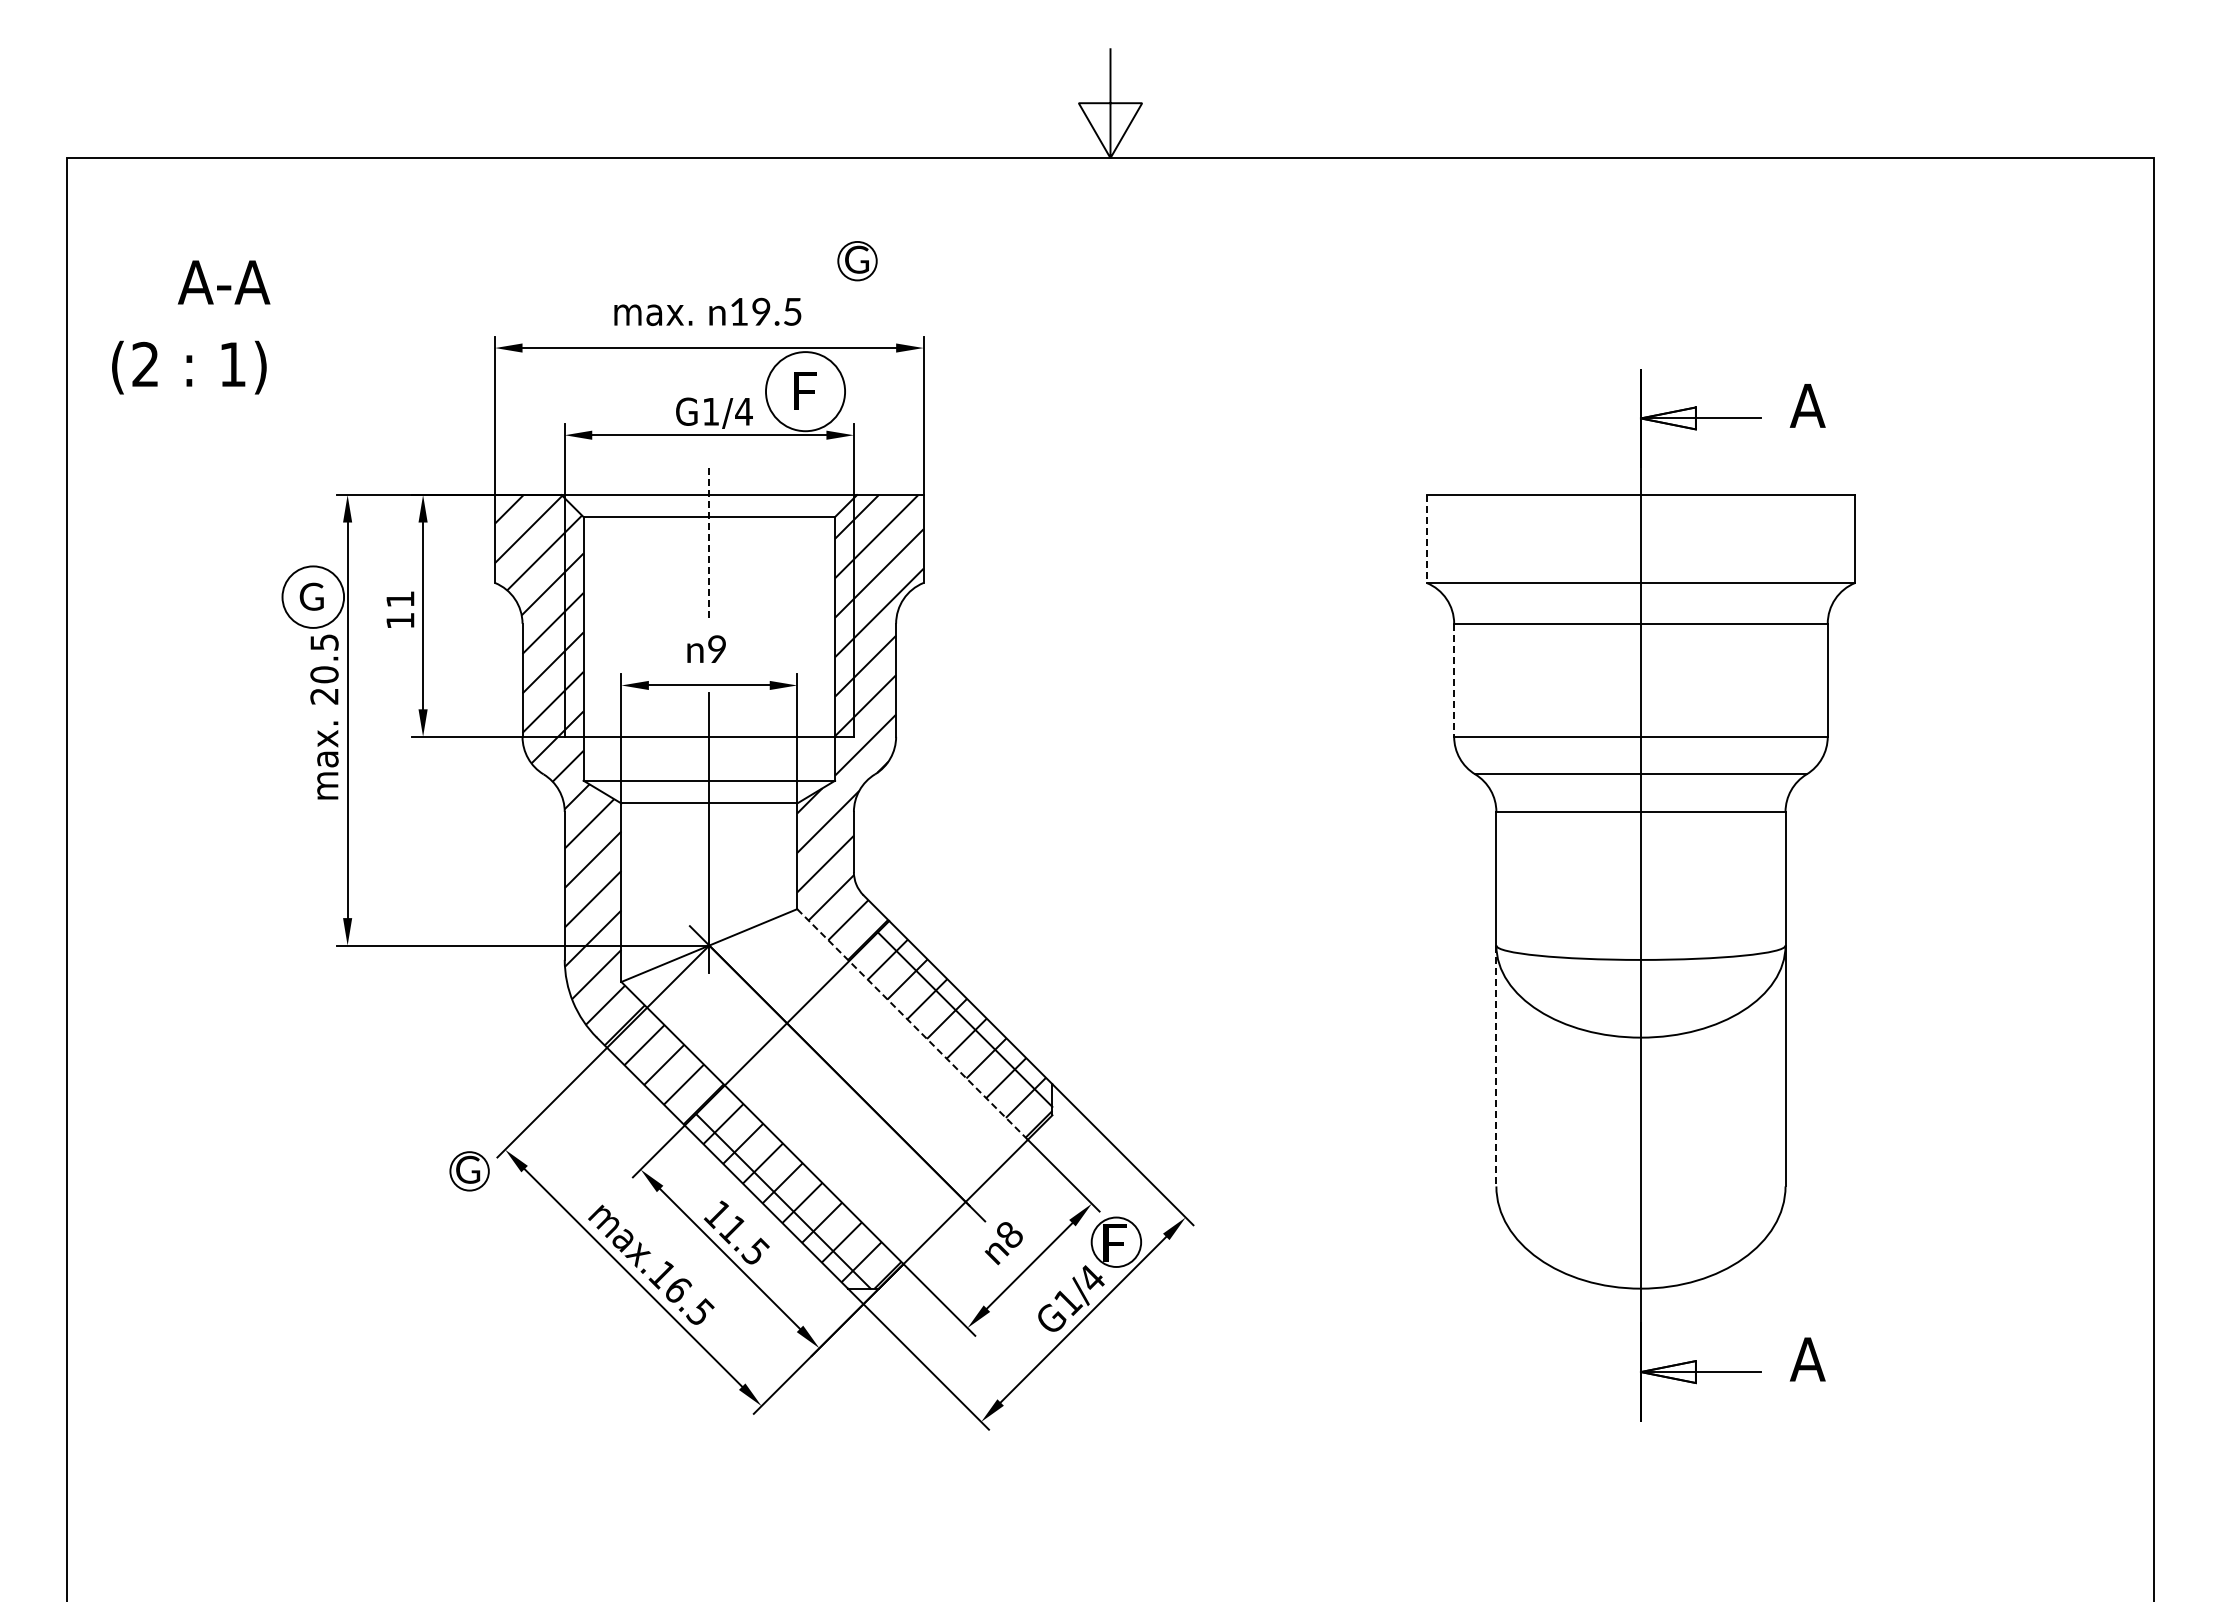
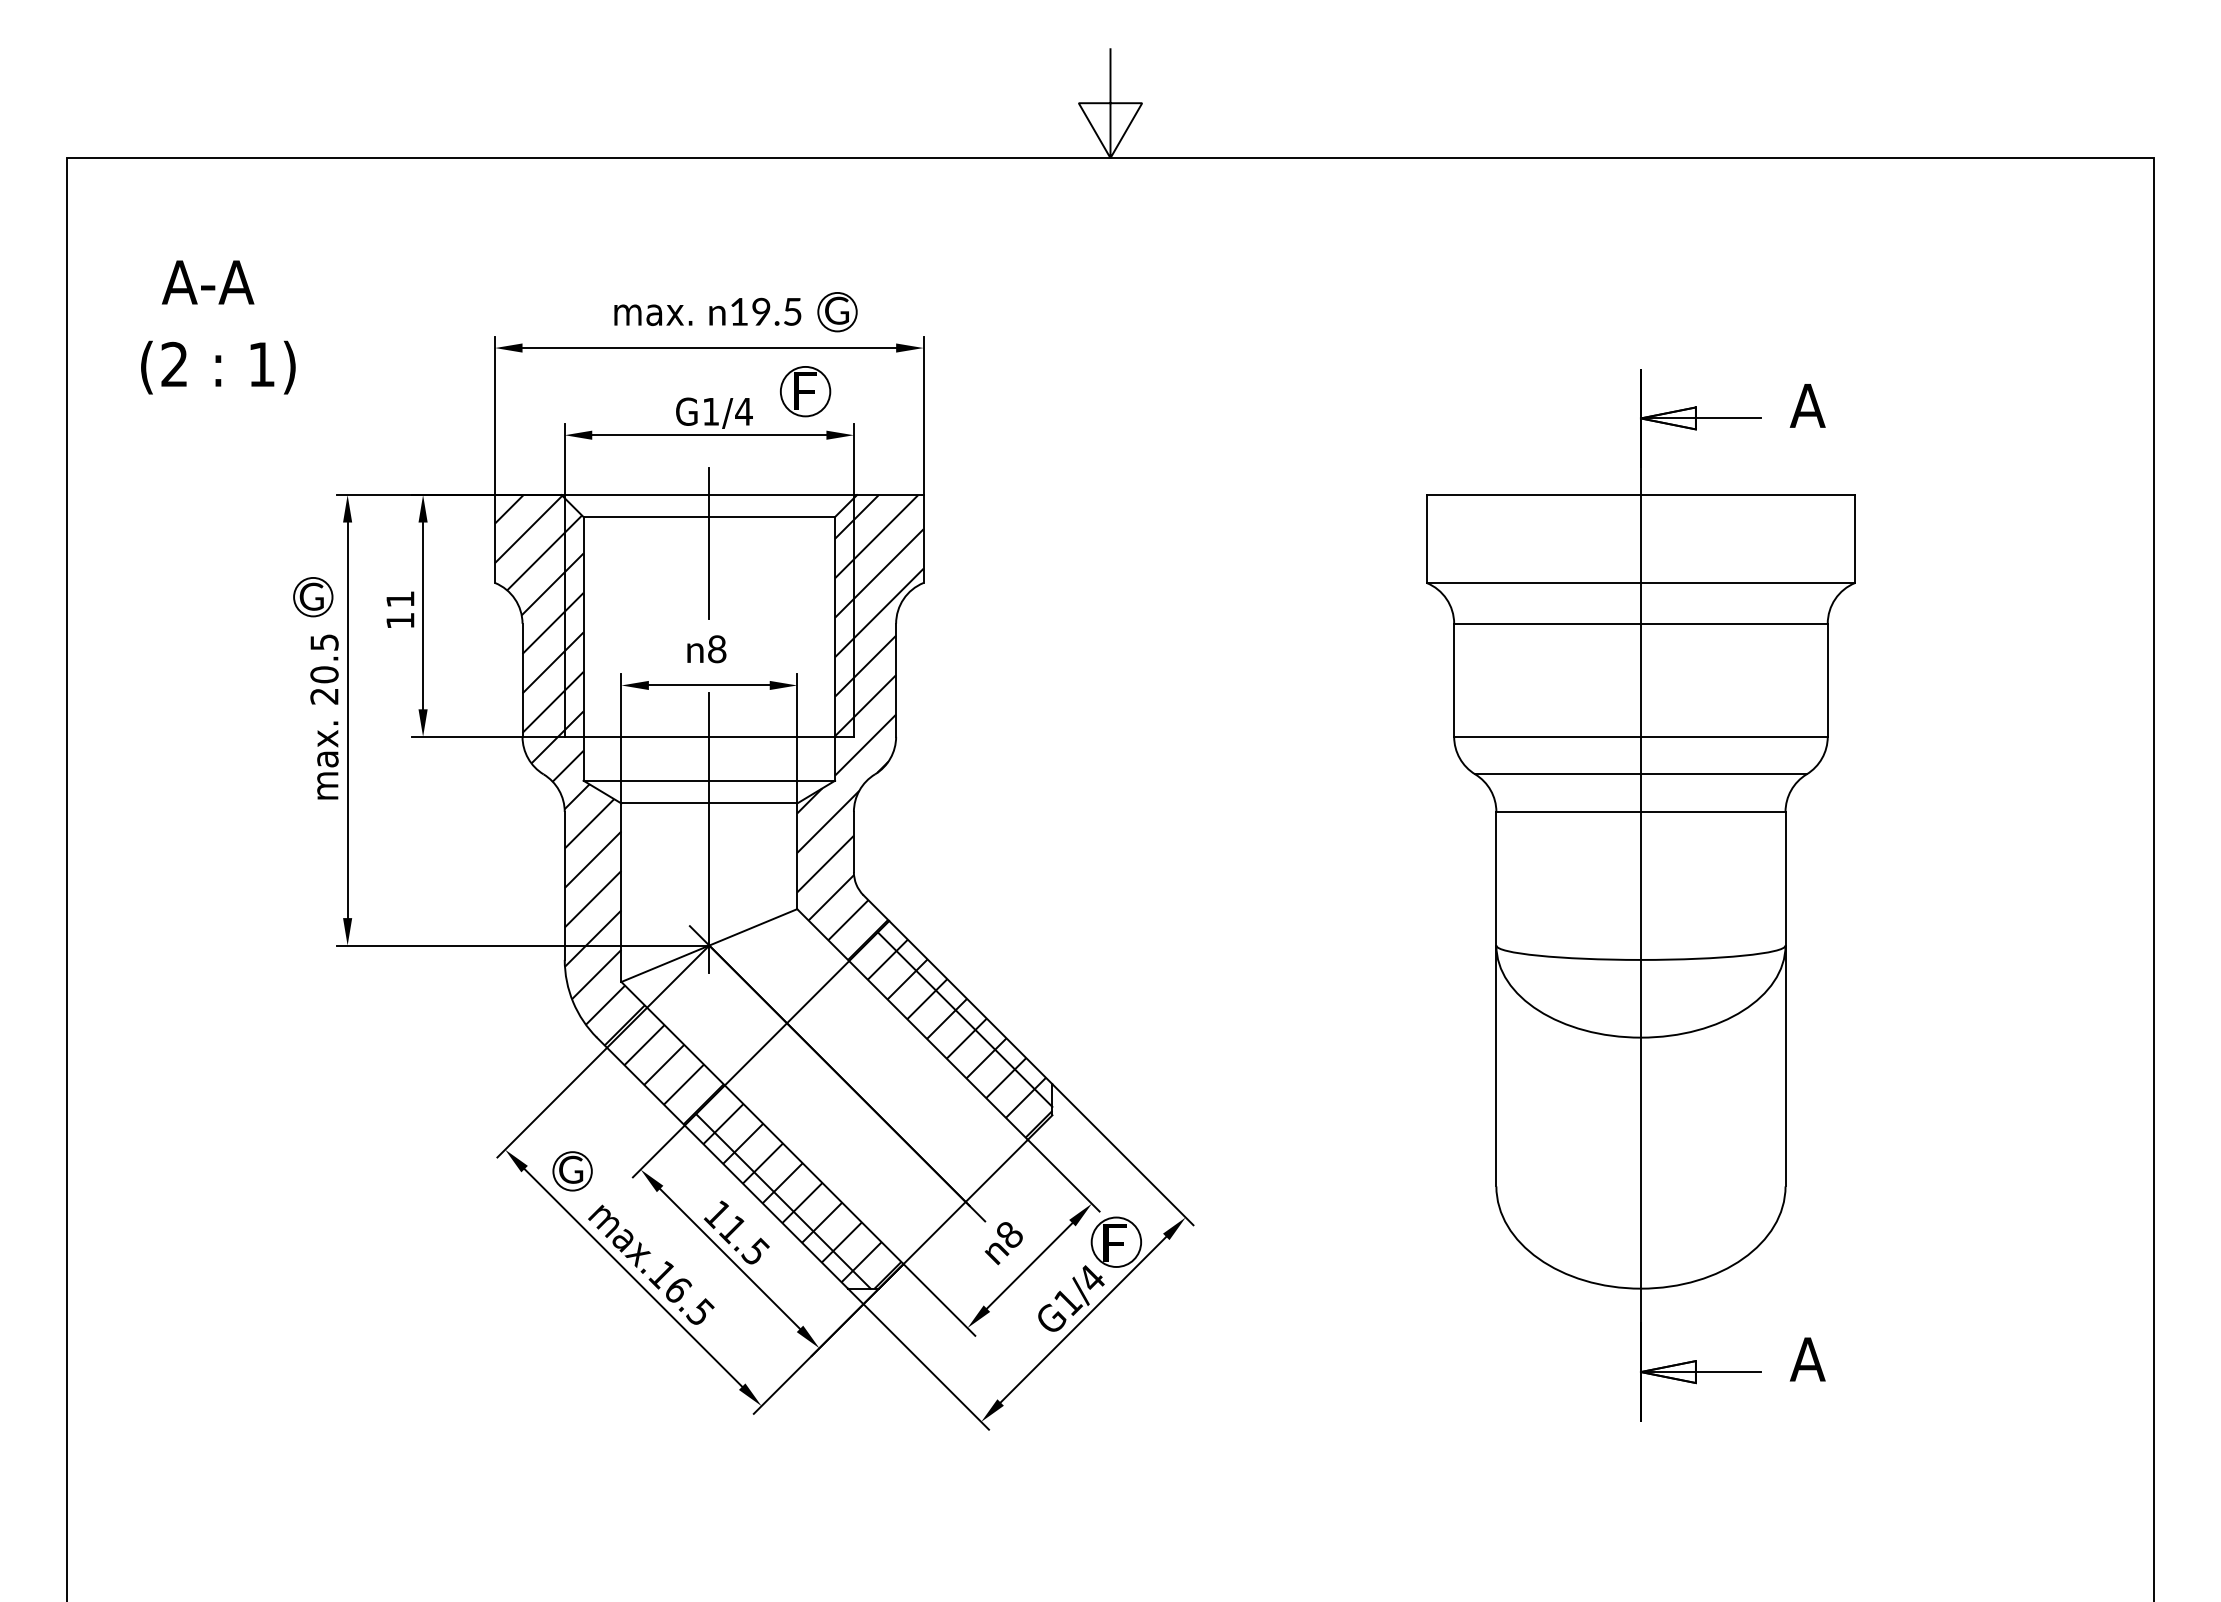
part at (857, 261) position: (857, 261) -> (837, 312)
text at (224, 282) position: (224, 282) -> (208, 282)
text at (189, 367) position: (189, 367) -> (218, 367)
circle at (805, 391) diameter: 79 px -> 49 px
line at (1426, 539): dashed -> solid
line at (709, 543): dashed -> solid
circle at (313, 596) diameter: 62 px -> 38 px
text at (717, 650): 9 -> 8
line at (1454, 680): dashed -> solid
line at (912, 1024): dashed -> solid
line at (1496, 1066): dashed -> solid
part at (469, 1171) position: (469, 1171) -> (572, 1171)
